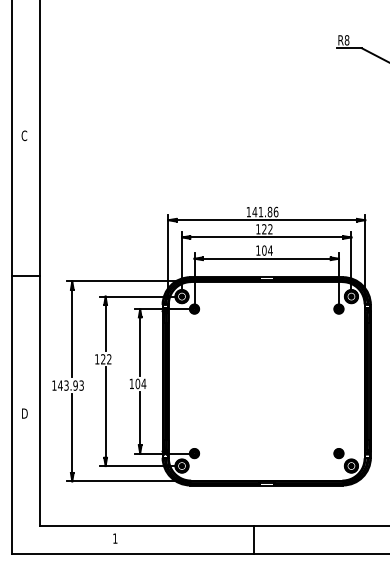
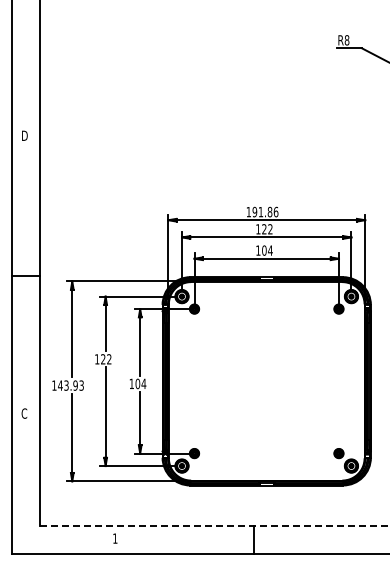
text at (24, 135): C -> D
text at (254, 211): 141.86 -> 191.86
text at (24, 413): D -> C
line at (214, 526): solid -> dashed
